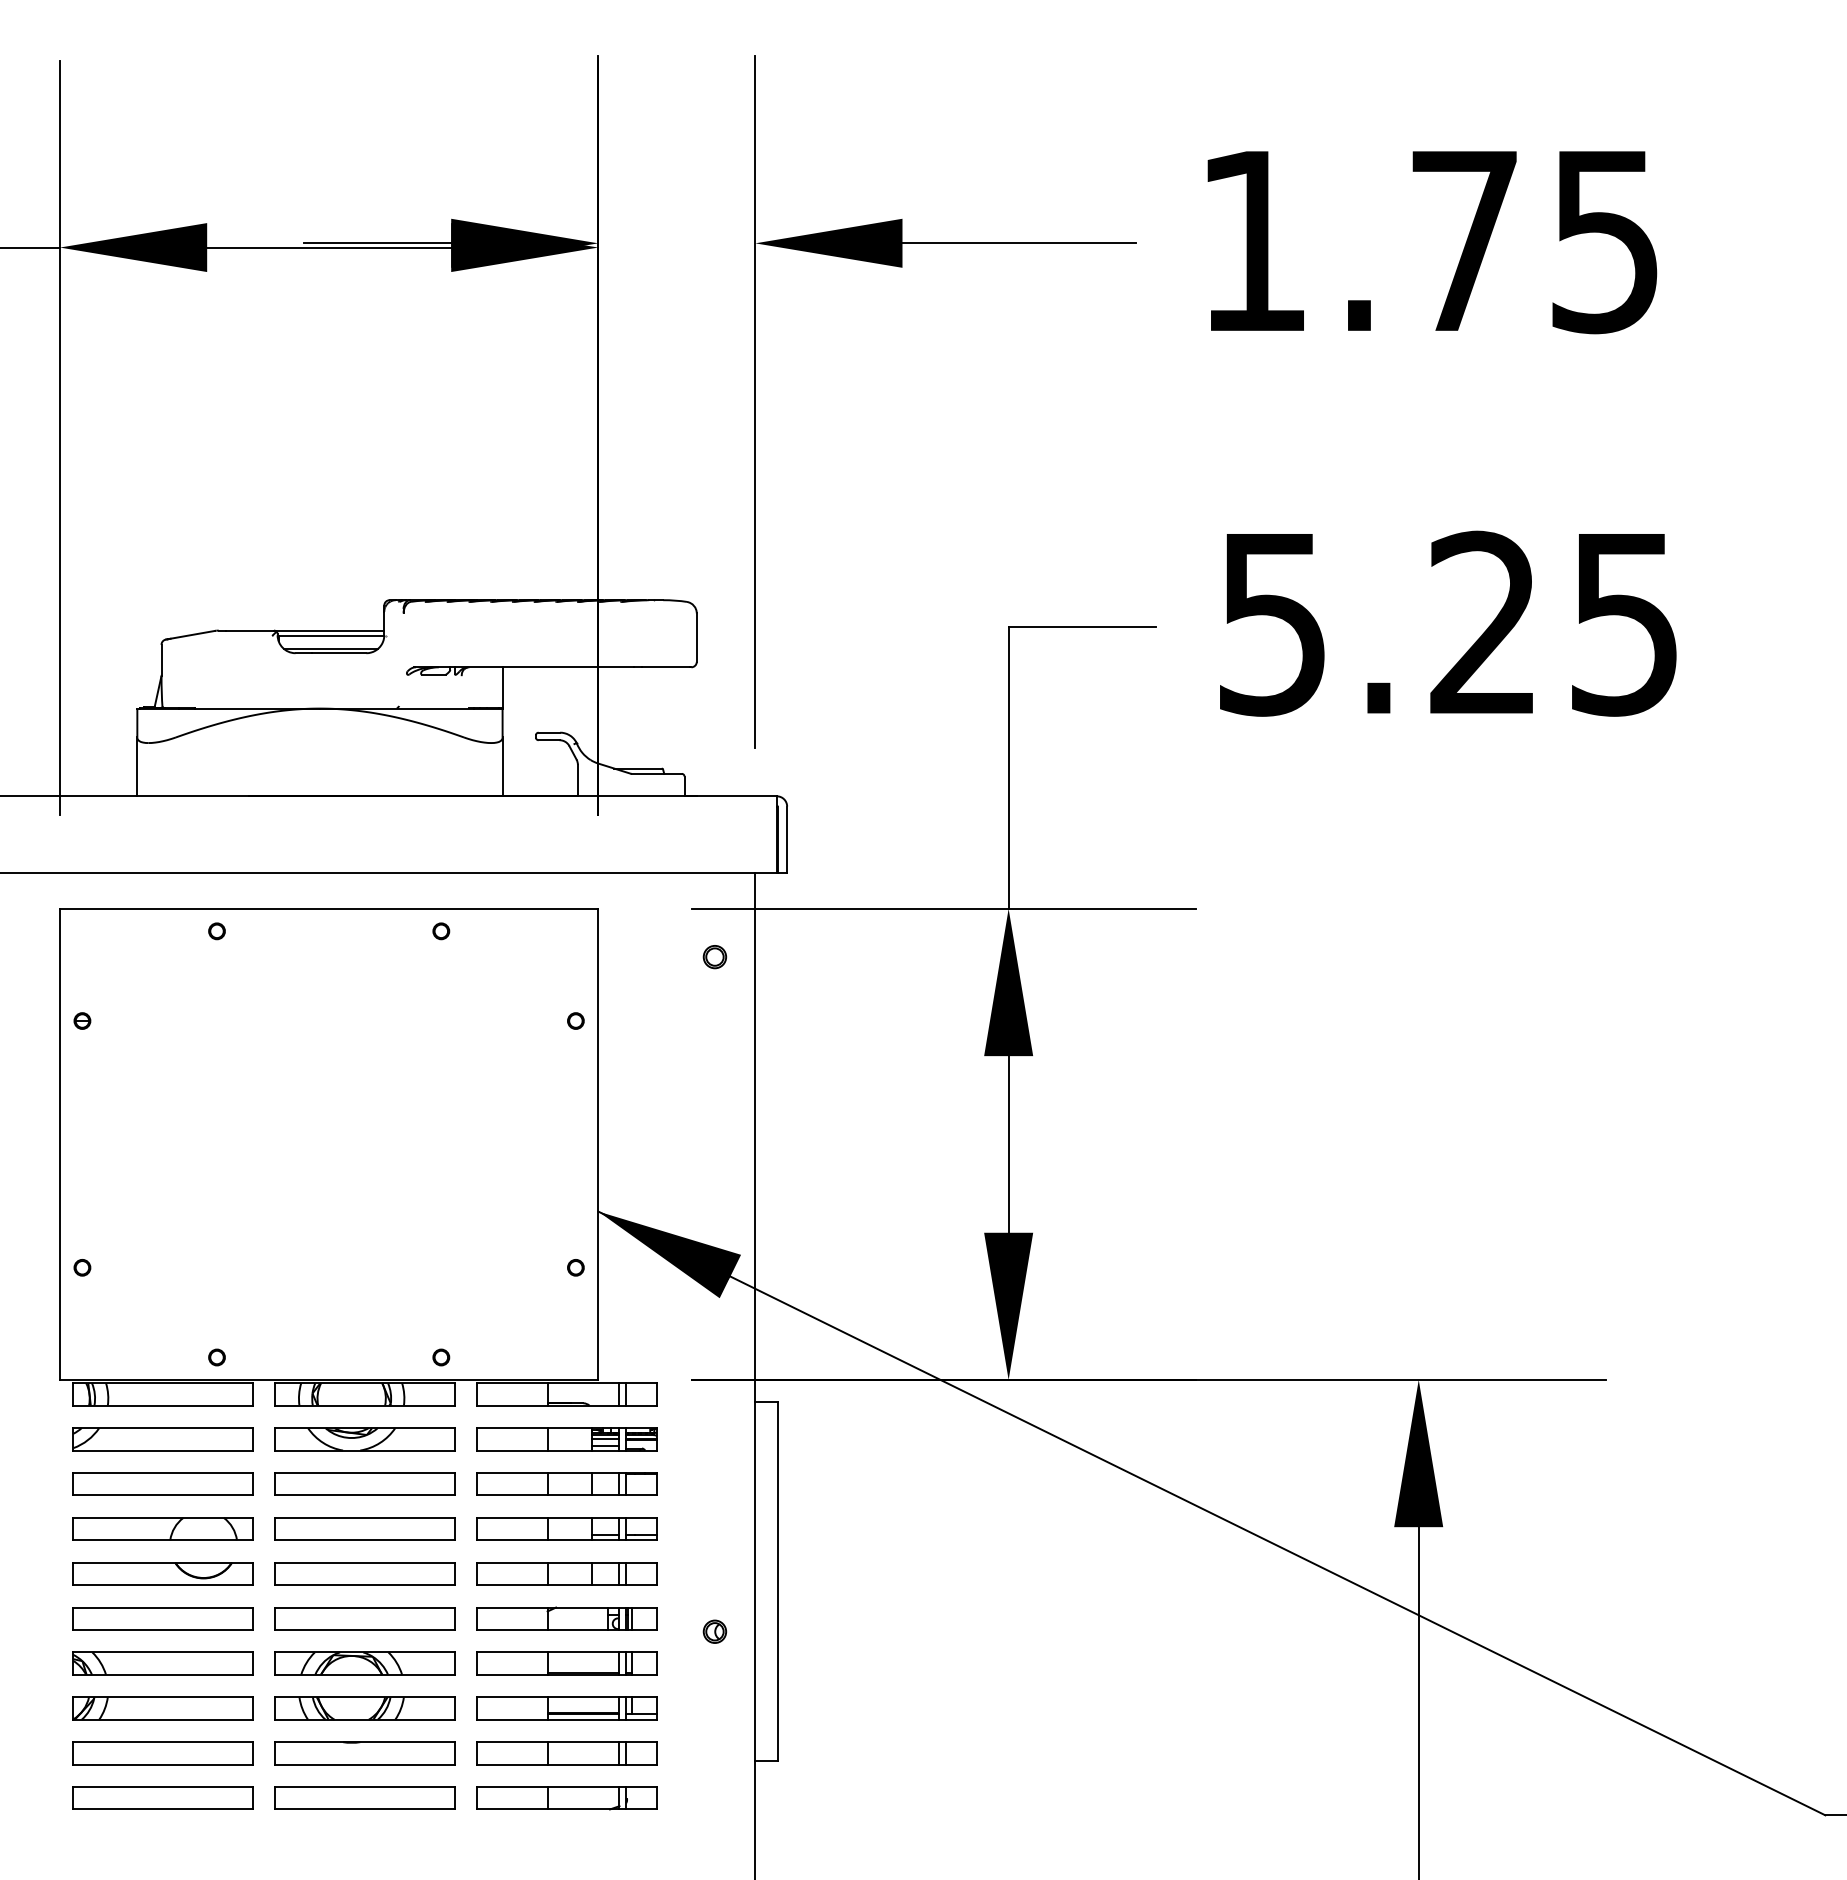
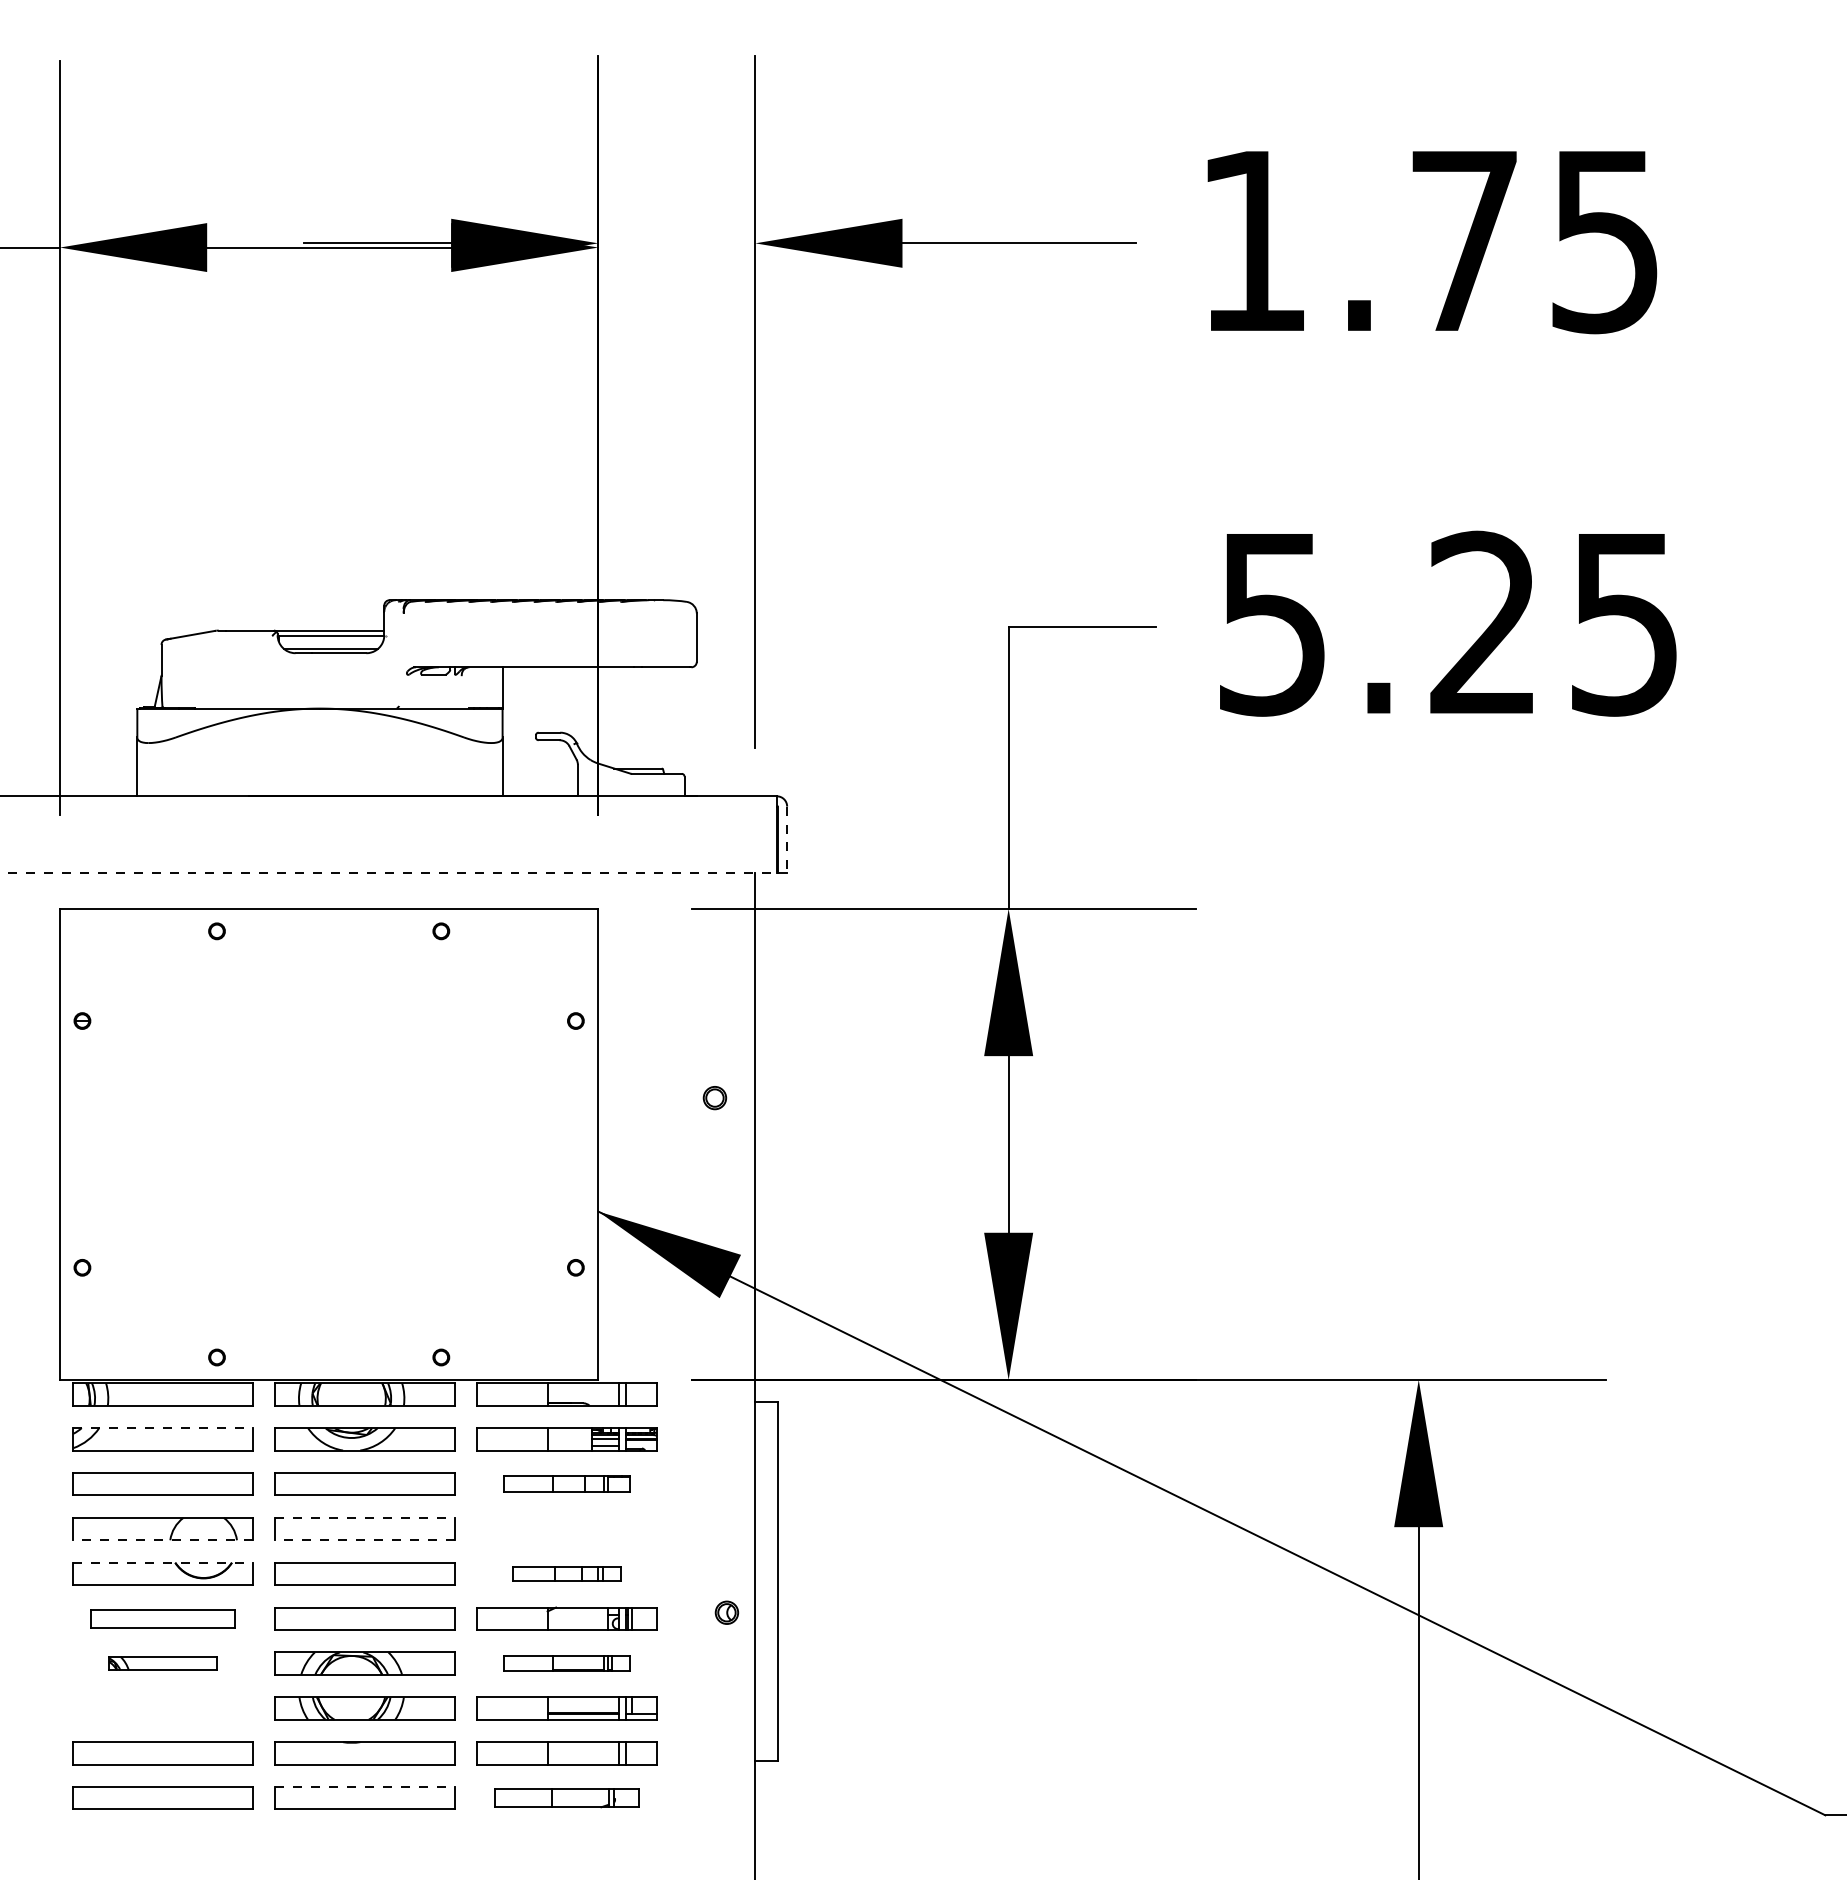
line at (787, 840): solid -> dashed
line at (388, 873): solid -> dashed
part at (714, 957) position: (714, 957) -> (714, 1098)
line at (163, 1428): solid -> dashed
part at (566, 1483) size: 182x24 px -> 128x18 px
line at (365, 1517): solid -> dashed
part at (566, 1528): present -> none
line at (163, 1540): solid -> dashed
line at (365, 1540): solid -> dashed
line at (163, 1562): solid -> dashed
part at (566, 1573) size: 182x24 px -> 110x16 px
part at (162, 1618) size: 182x24 px -> 146x20 px
part at (714, 1631) position: (714, 1631) -> (726, 1612)
part at (162, 1663) size: 182x25 px -> 110x15 px
part at (566, 1663) size: 182x25 px -> 128x17 px
part at (162, 1708): present -> none
line at (365, 1787): solid -> dashed
part at (566, 1798) size: 182x25 px -> 146x21 px
